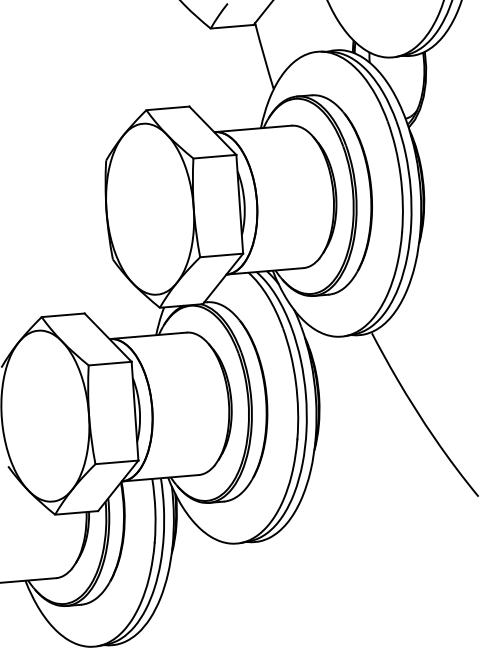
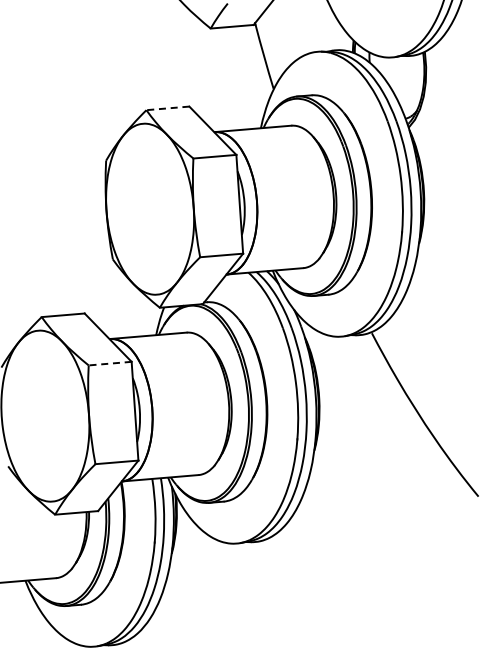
line at (167, 108): solid -> dashed
line at (110, 363): solid -> dashed
